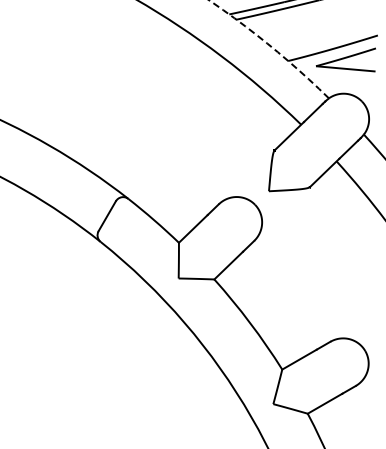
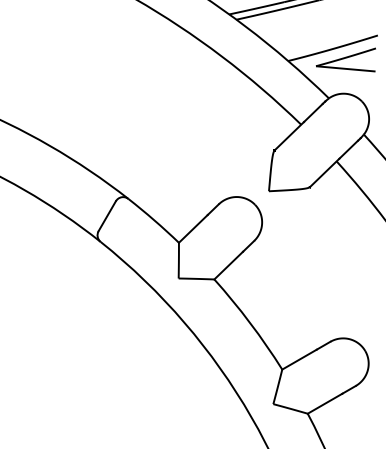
arc at (270, 45): dashed -> solid
